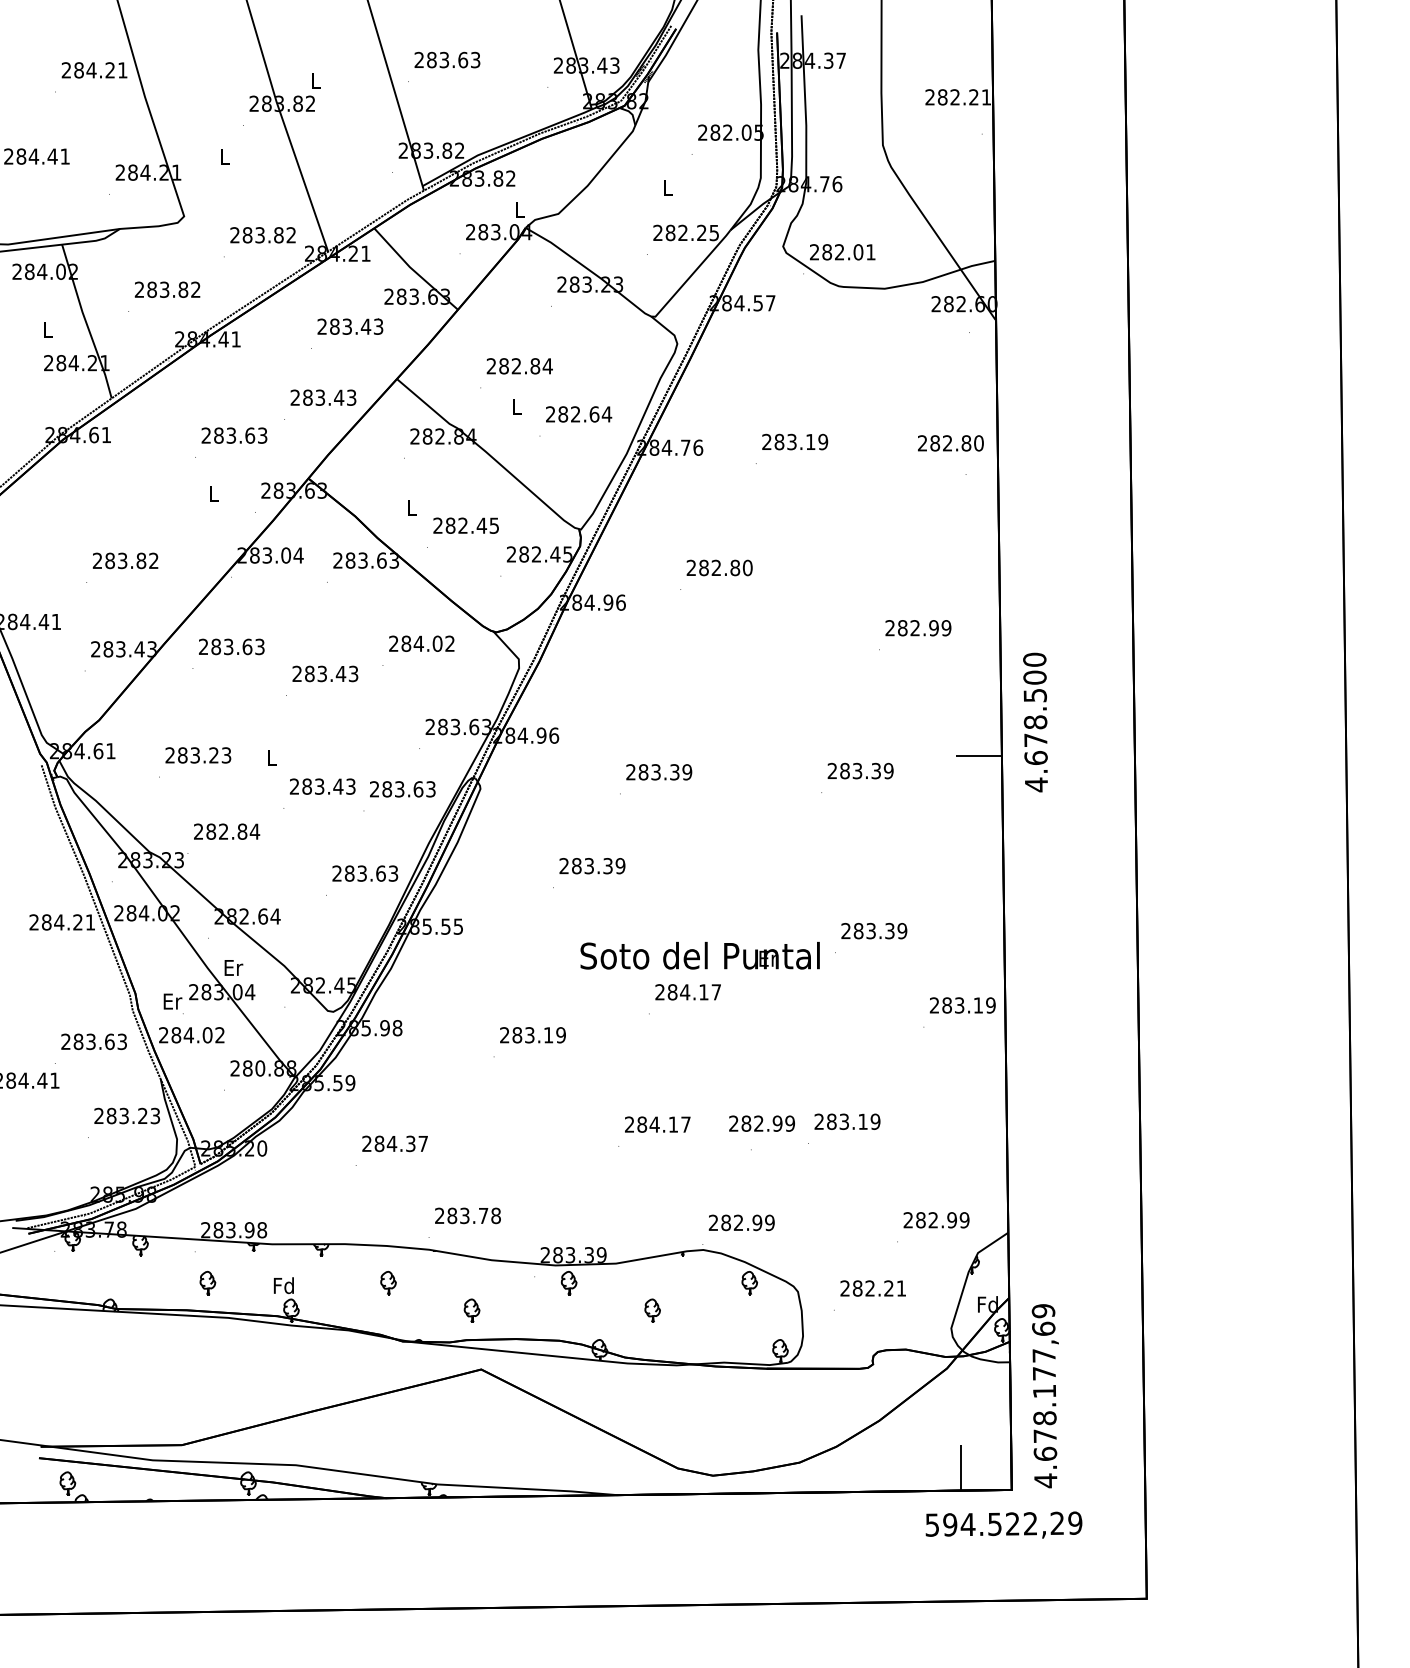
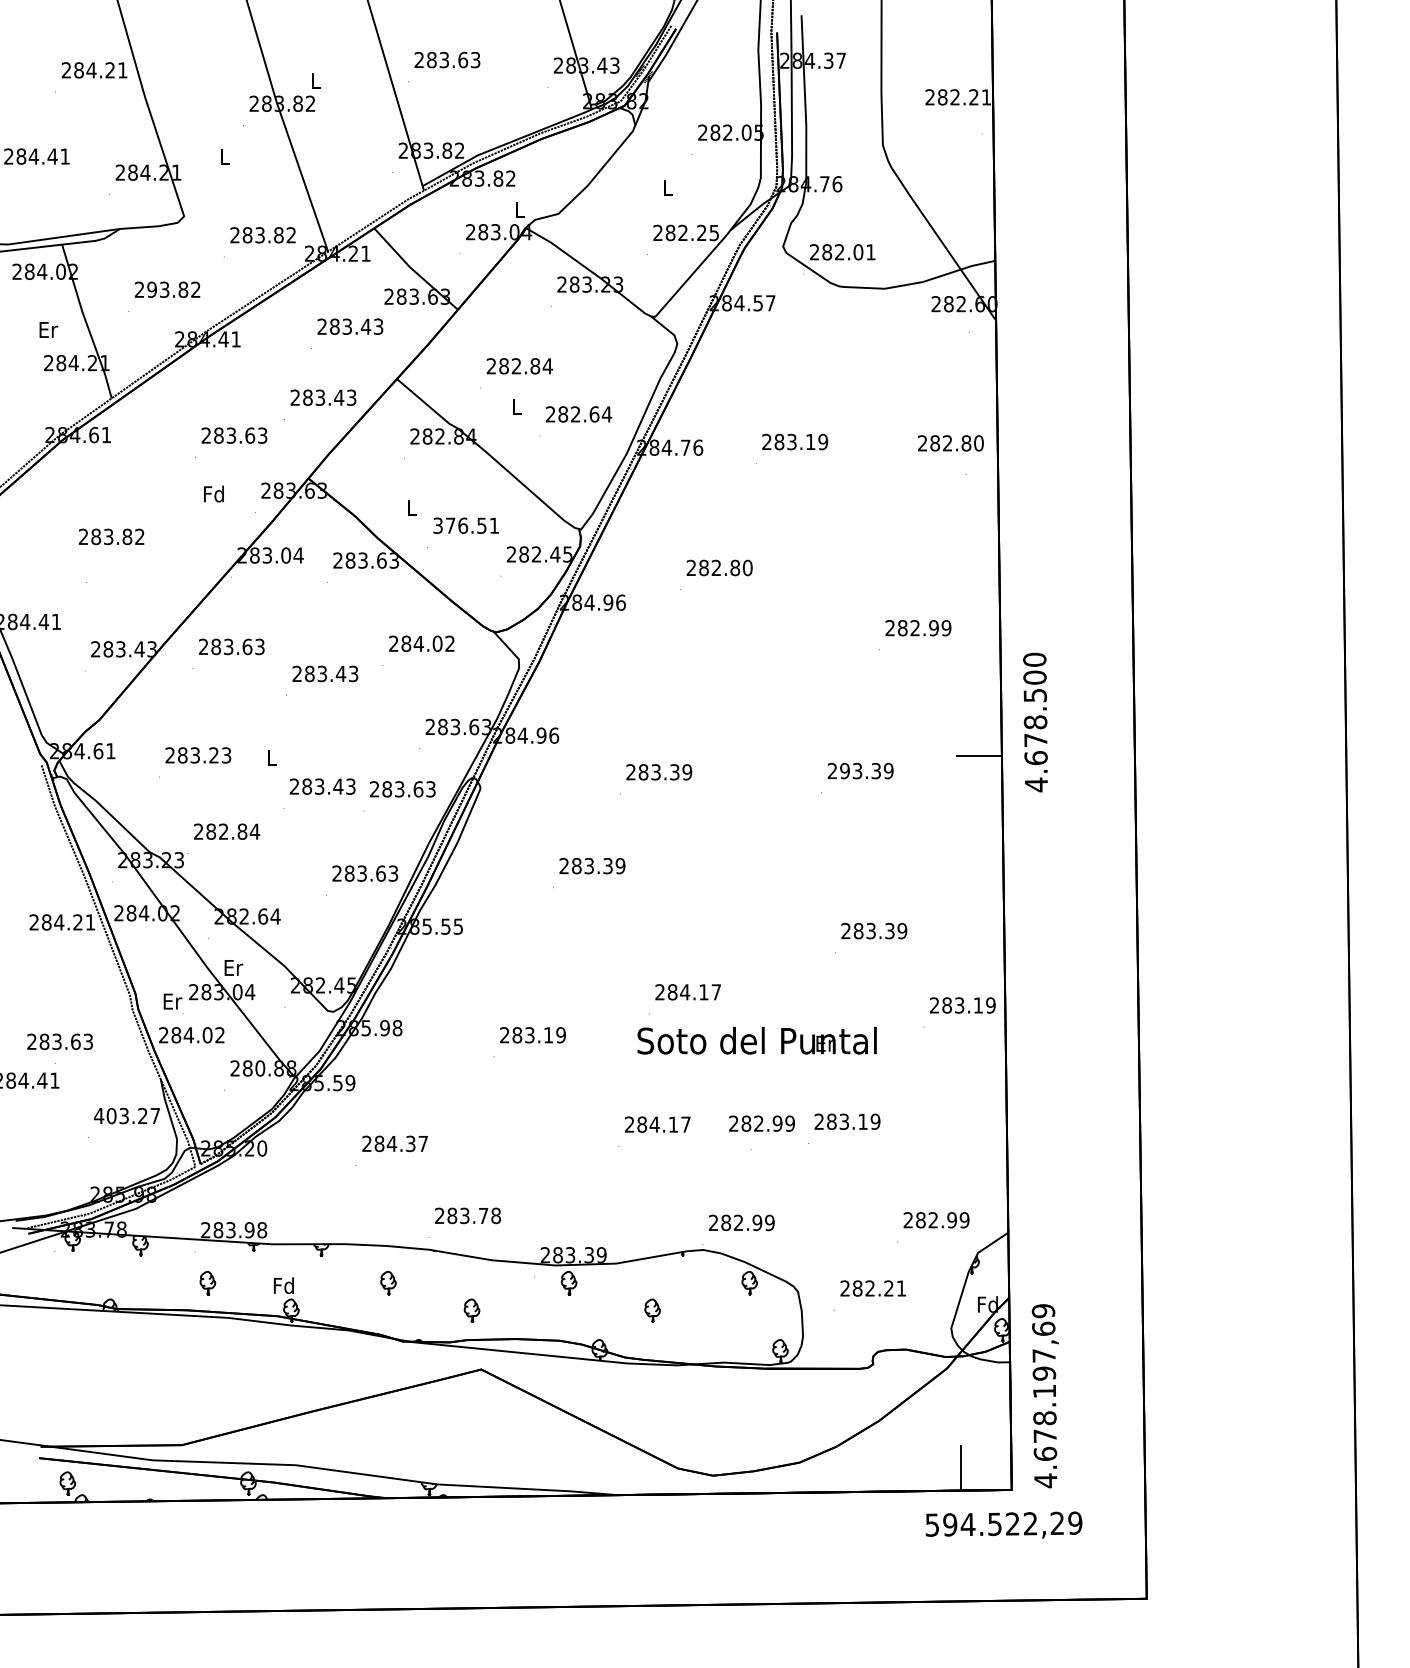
text at (151, 289): 283.82 -> 293.82
text at (48, 329): L -> Er
text at (213, 493): L -> Fd
text at (465, 525): 282.45 -> 376.51
text at (125, 560) position: (125, 560) -> (111, 536)
text at (844, 771): 283.39 -> 293.39
text at (699, 955) position: (699, 955) -> (756, 1040)
text at (93, 1041) position: (93, 1041) -> (59, 1041)
text at (126, 1115): 283.23 -> 403.27
text at (1044, 1373): 4.678.177,69 -> 4.678.197,69
